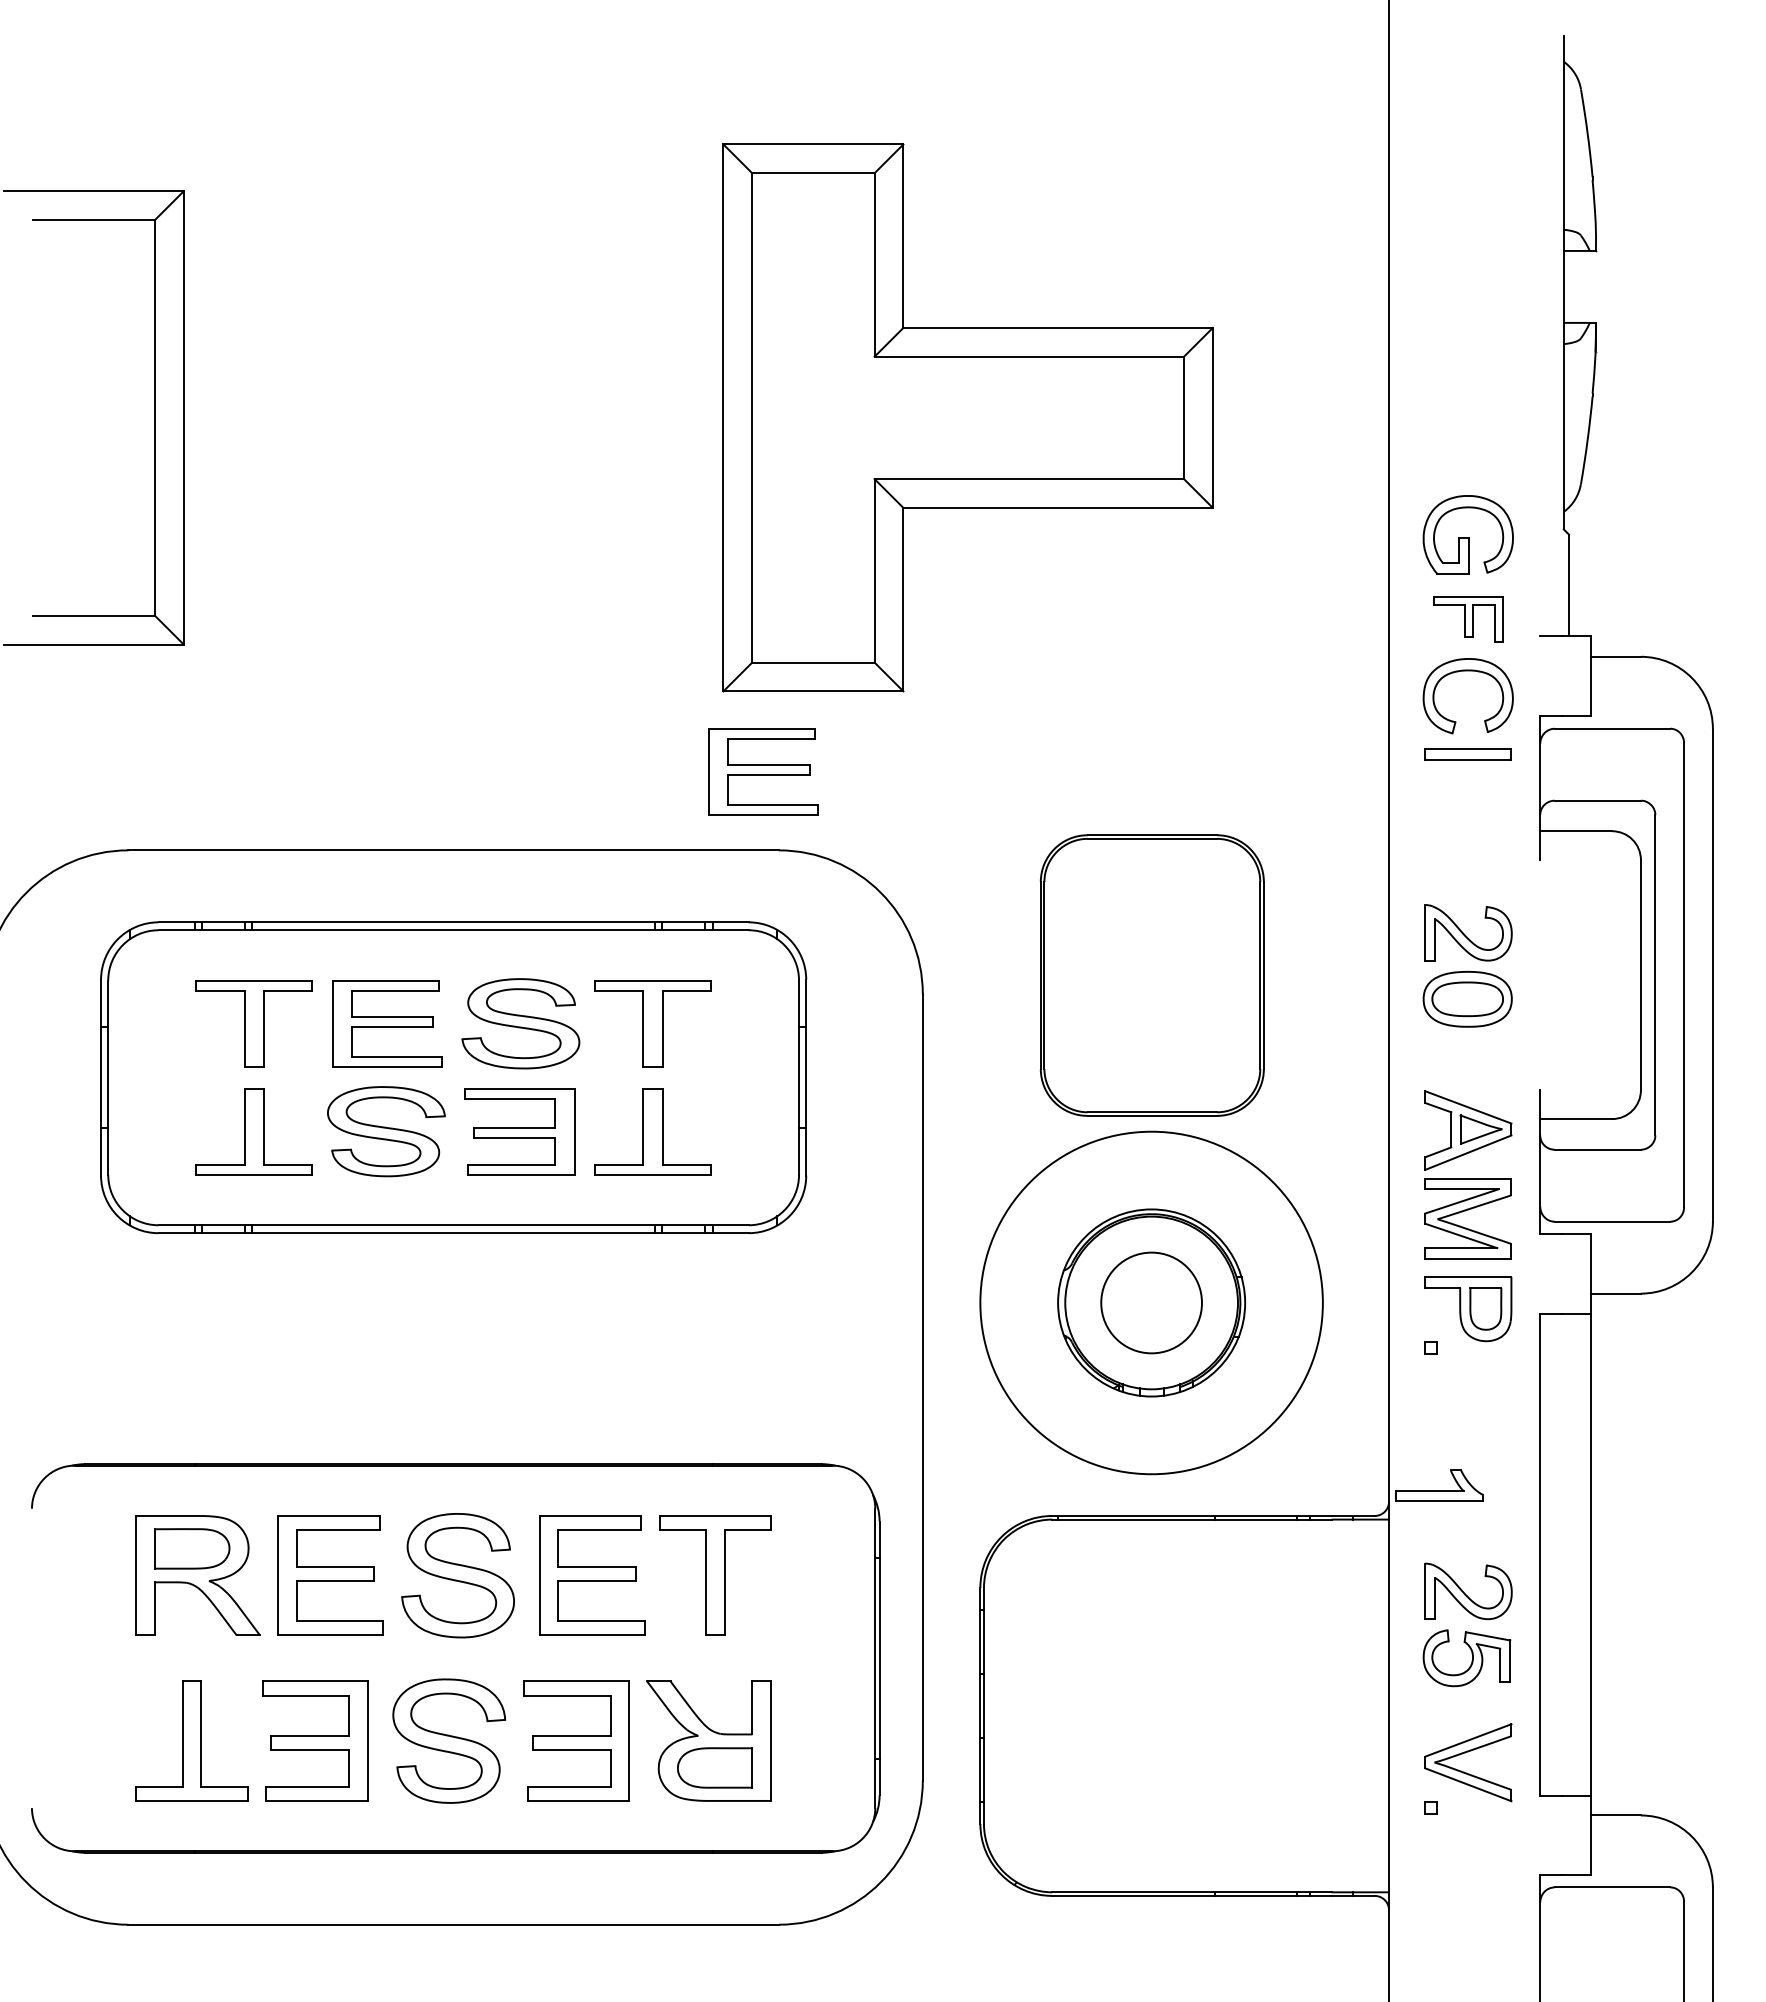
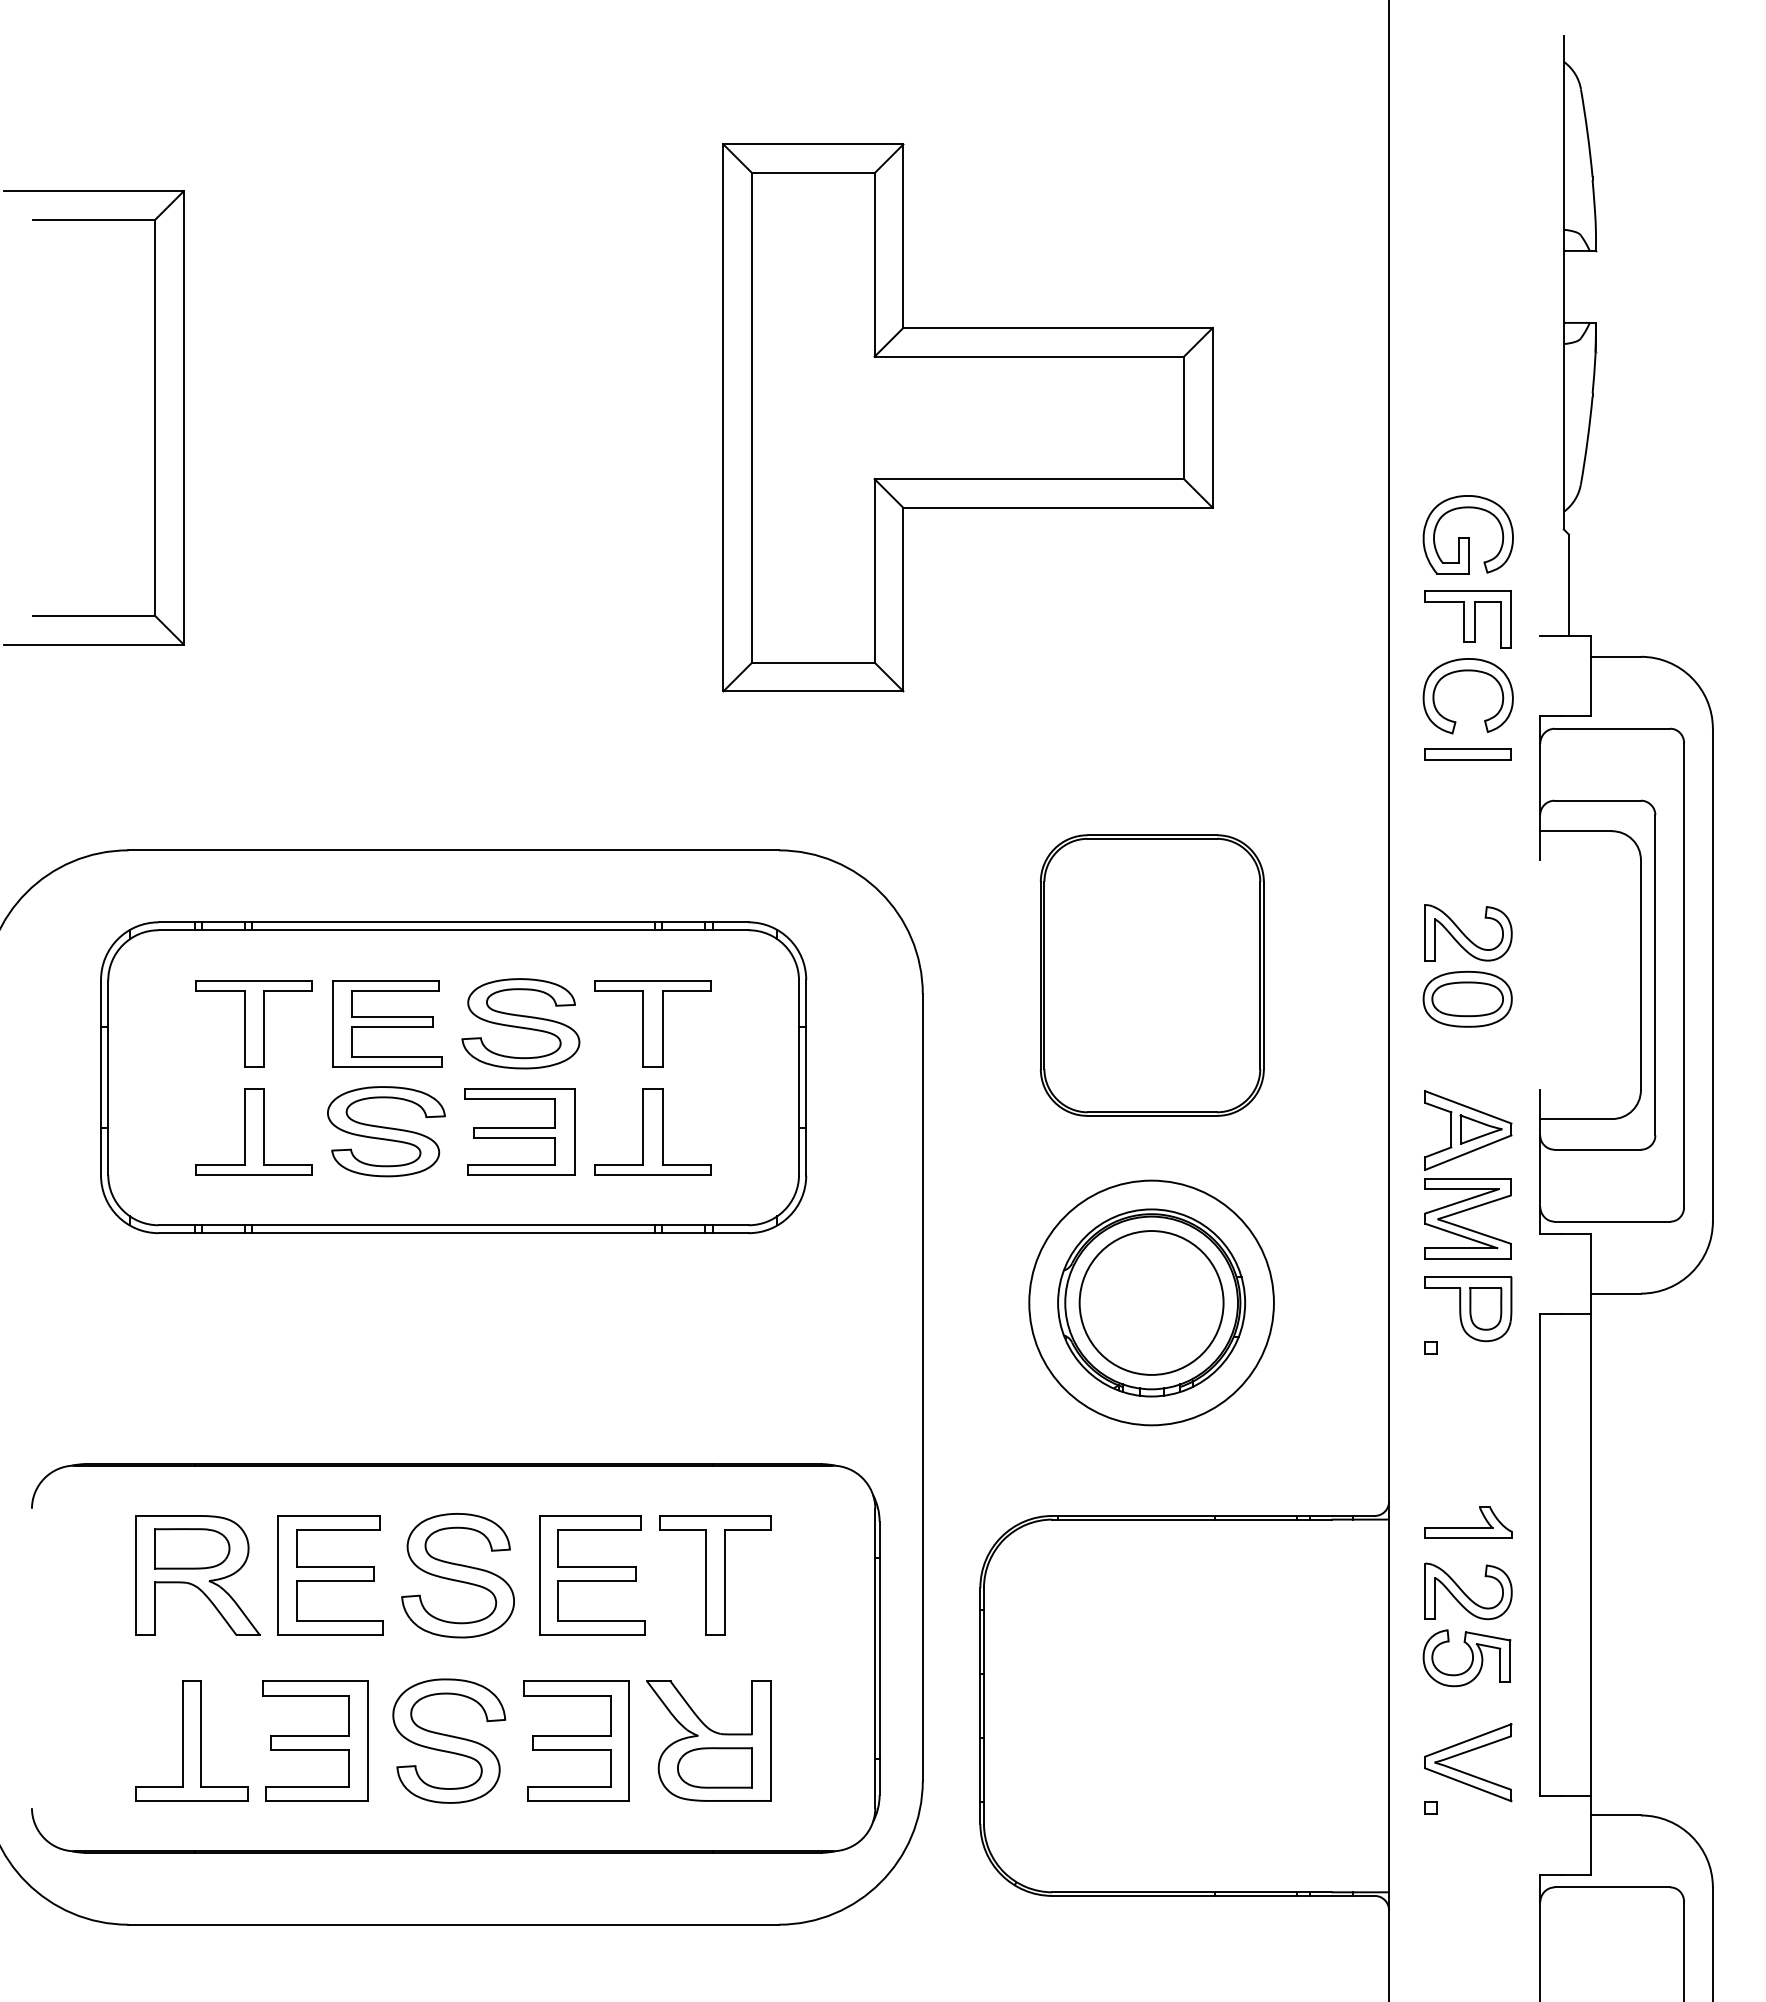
part at (1468, 619) size: 71x47 px -> 88x59 px
part at (763, 771): present -> none
circle at (1151, 1302) diameter: 101 px -> 144 px
circle at (1151, 1302) diameter: 343 px -> 245 px
part at (1439, 1485) position: (1439, 1485) -> (1468, 1522)
